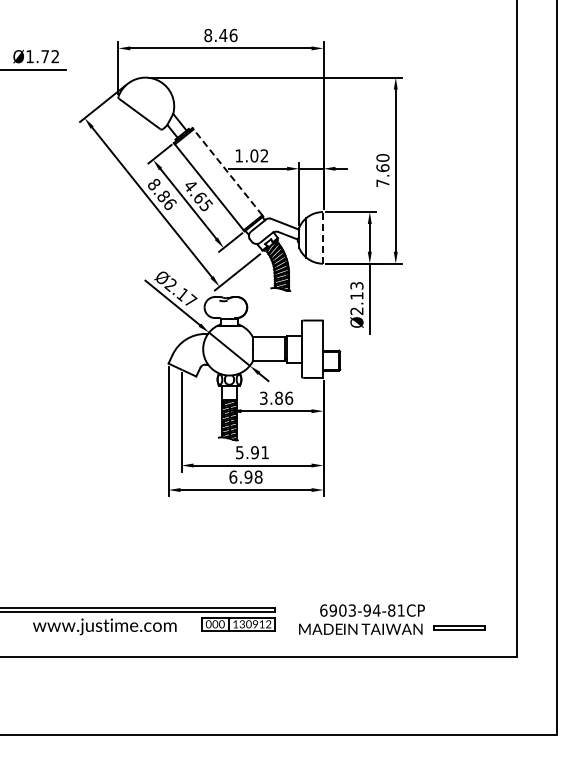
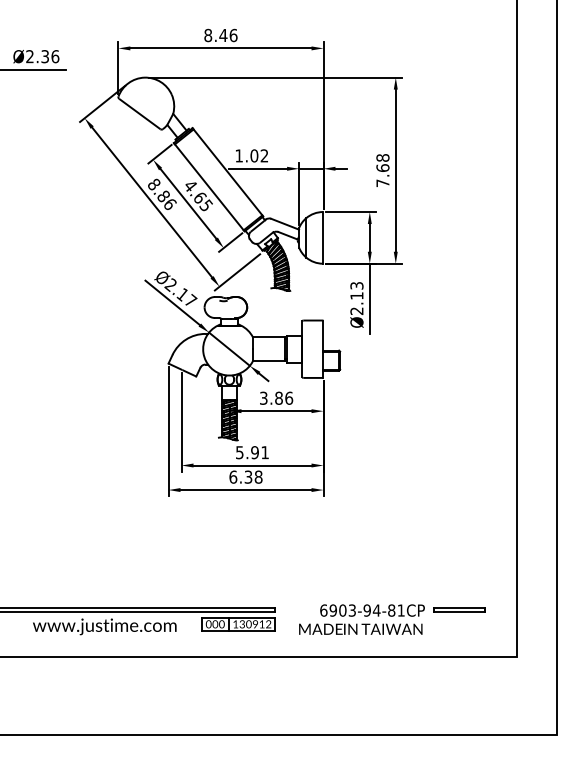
text at (42, 56): Ø1.72 -> Ø2.36
text at (382, 157): 7.60 -> 7.68
line at (227, 172): dashed -> solid
line at (323, 237): dashed -> solid
text at (248, 476): 6.98 -> 6.38
part at (459, 627) position: (459, 627) -> (459, 609)
